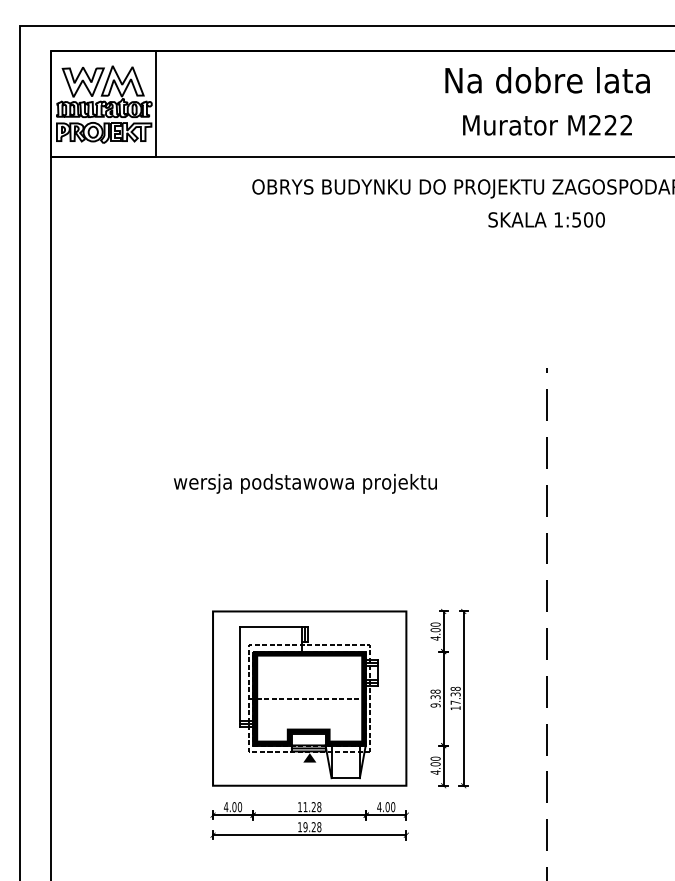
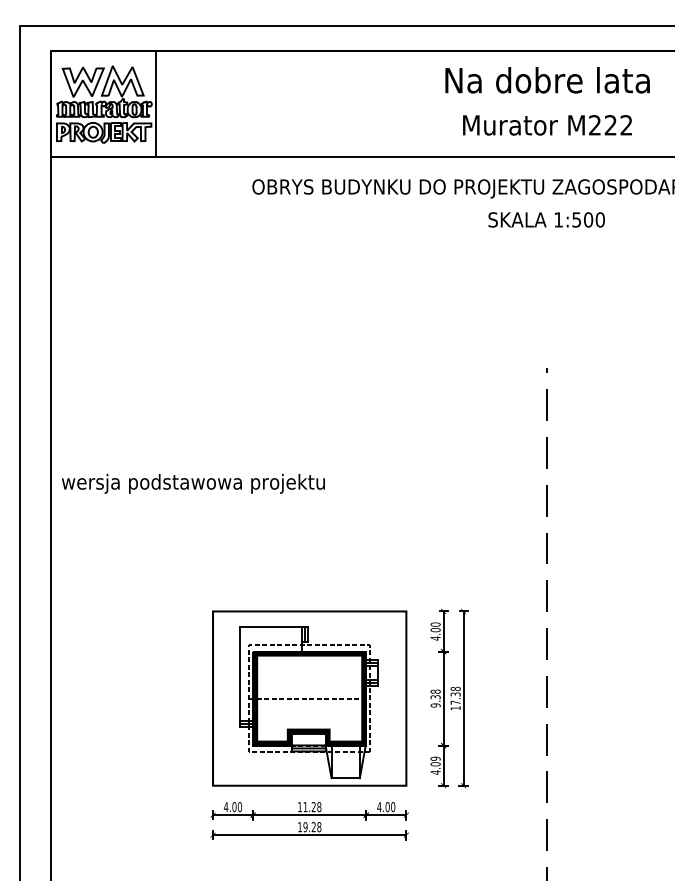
text at (305, 483) position: (305, 483) -> (193, 483)
fill at (309, 757): present -> none
text at (435, 758): 4.00 -> 4.09
